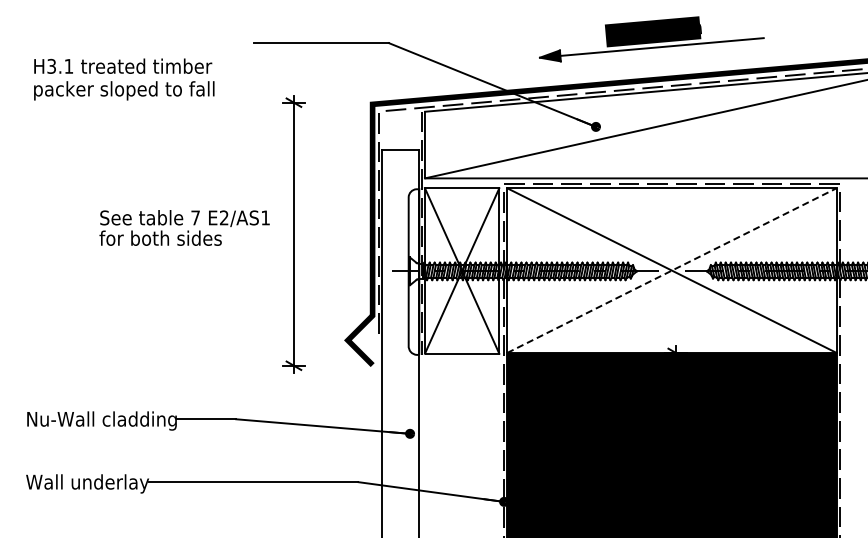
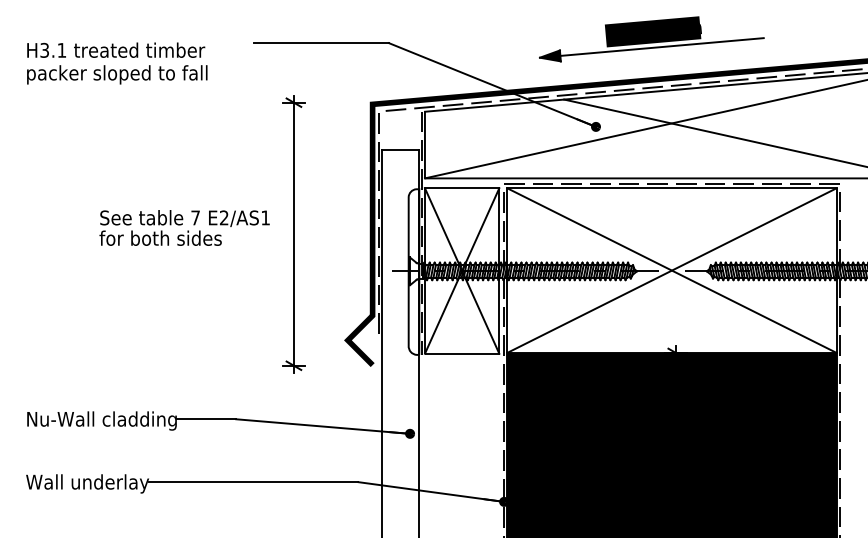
text at (124, 79) position: (124, 79) -> (117, 63)
line at (714, 132): none -> present
line at (672, 270): dashed -> solid
